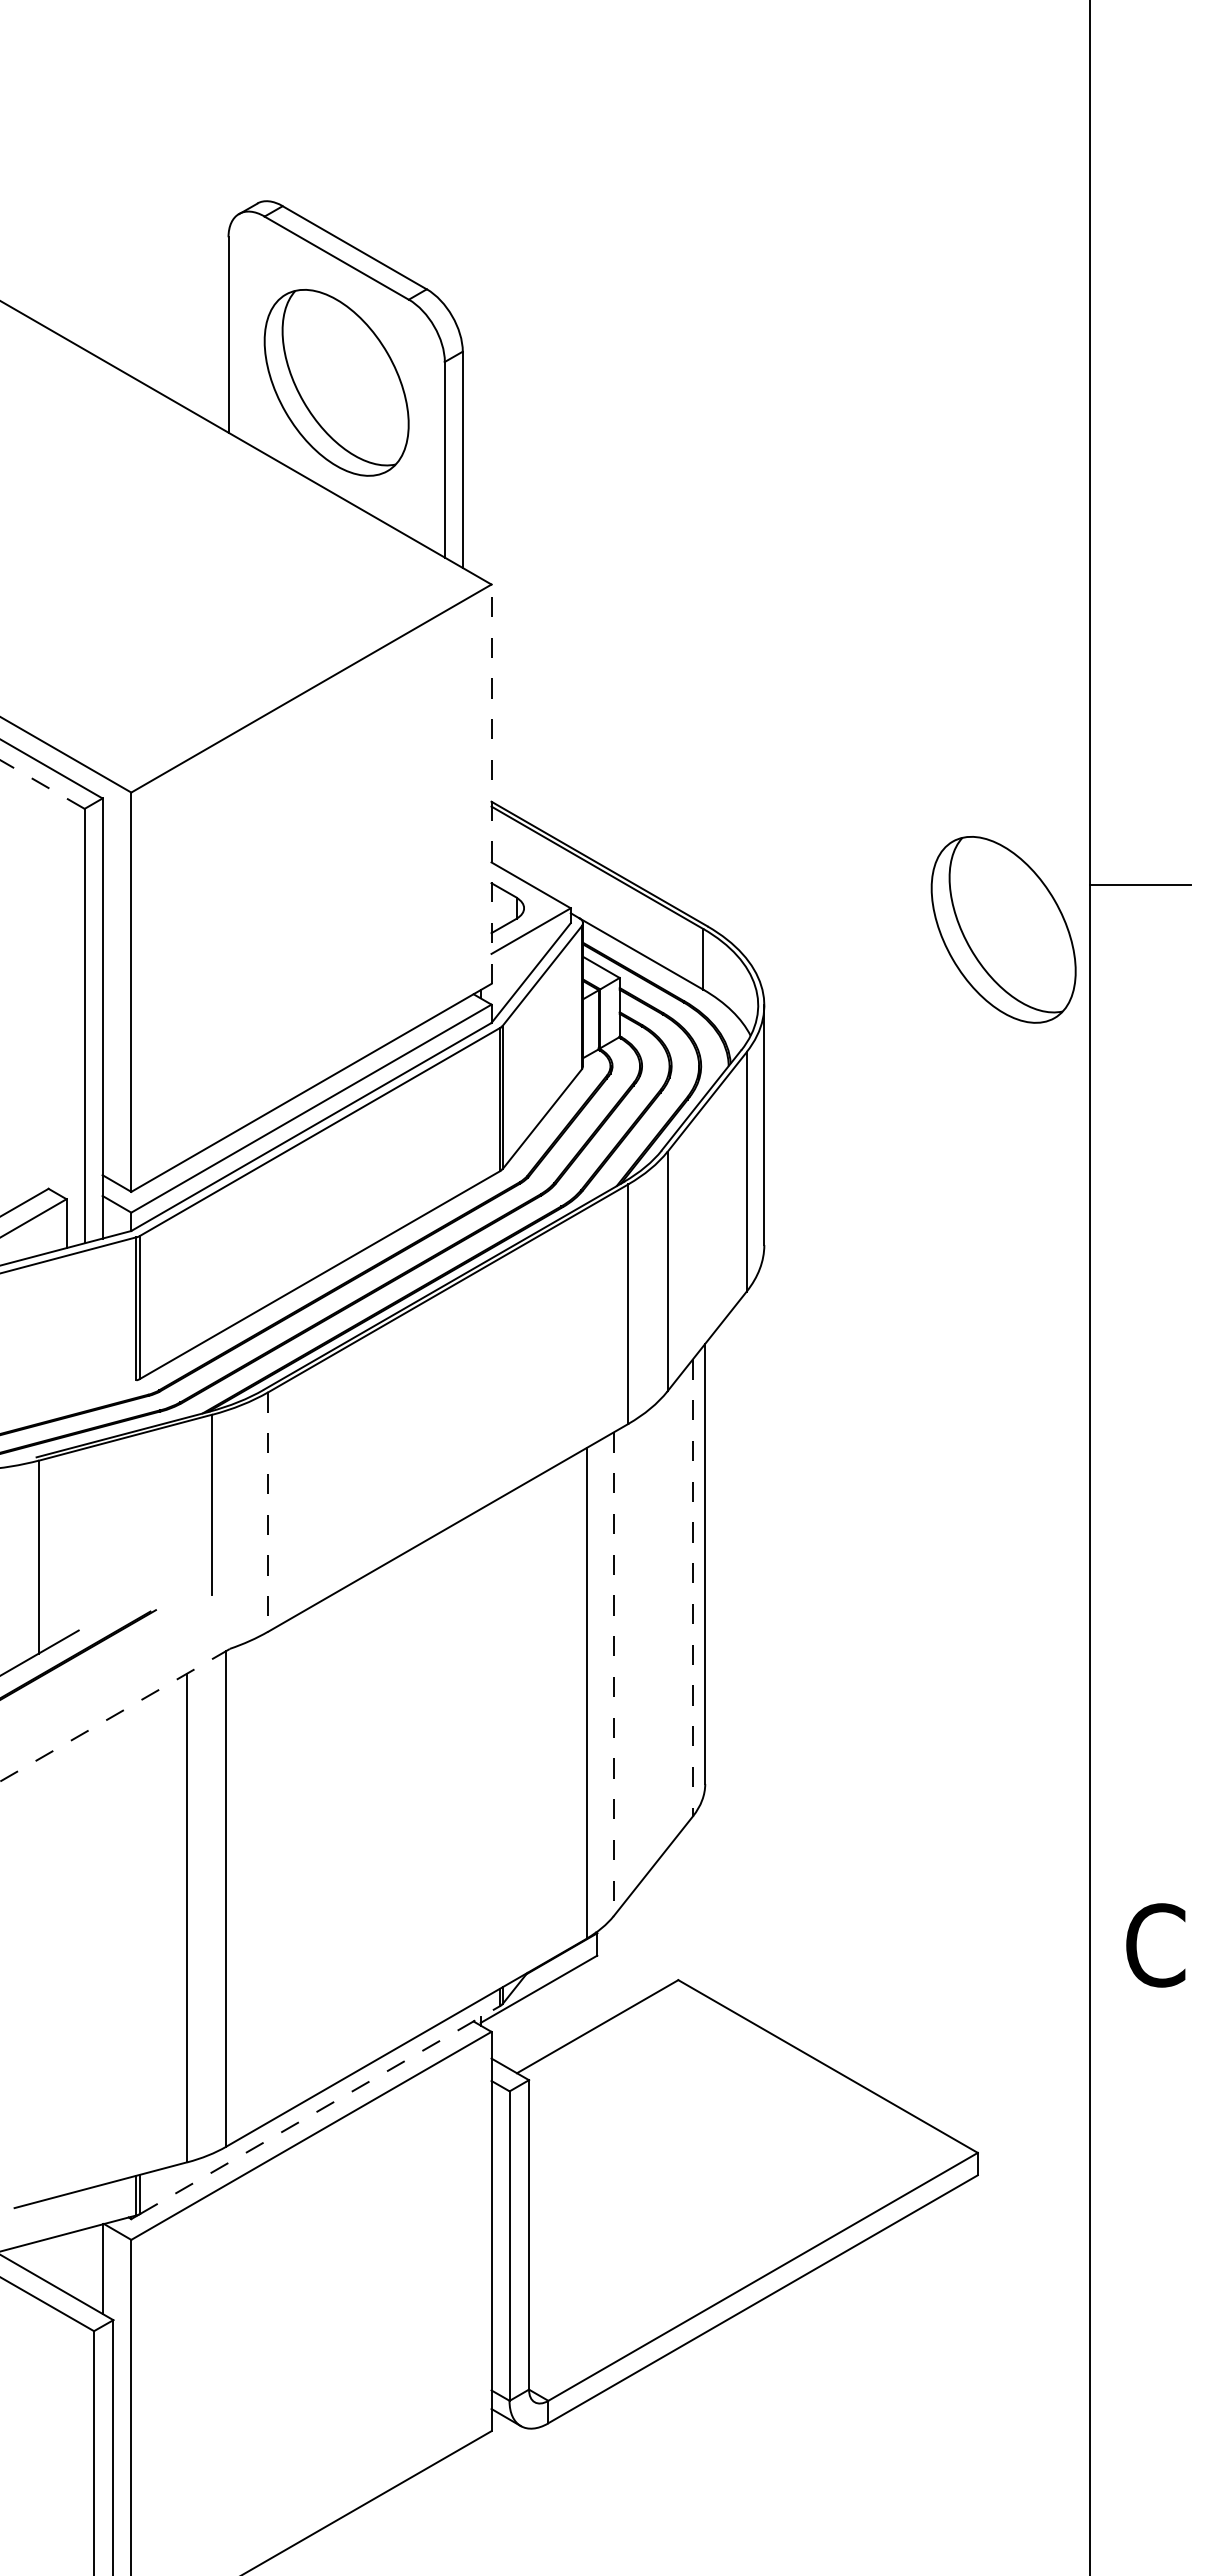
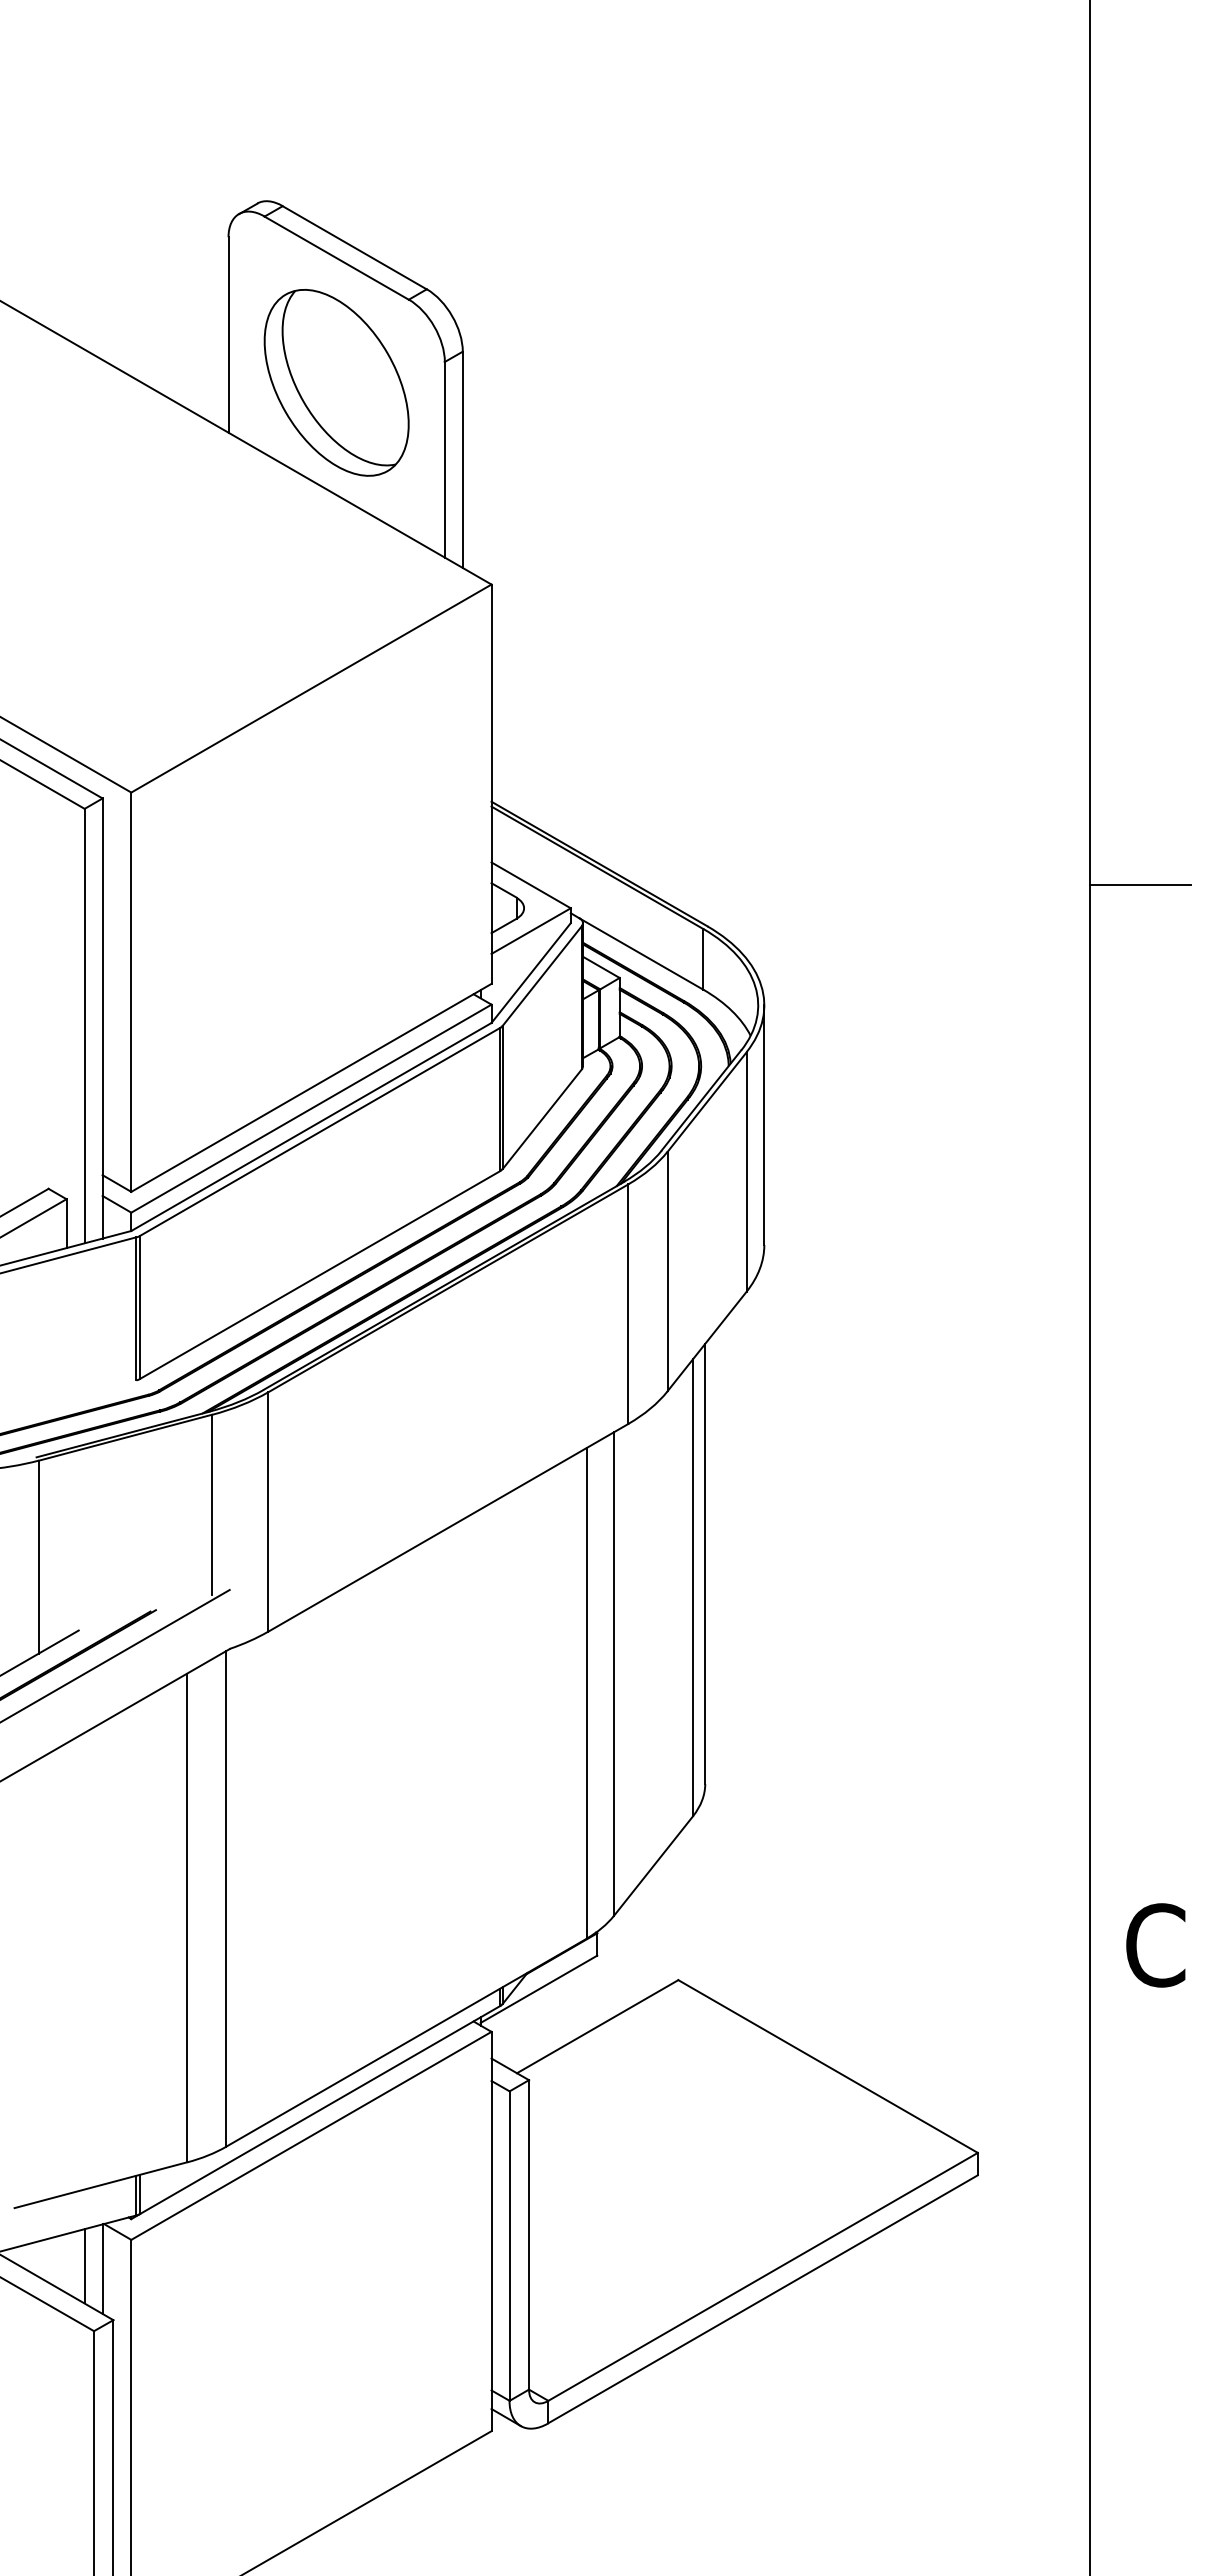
line at (42, 784): dashed -> solid
line at (491, 784): dashed -> solid
part at (1003, 929): present -> none
line at (268, 1512): dashed -> solid
line at (693, 1588): dashed -> solid
line at (115, 1655): none -> present
line at (613, 1674): dashed -> solid
line at (114, 1715): dashed -> solid
line at (320, 2110): dashed -> solid
line at (84, 2266): none -> present
